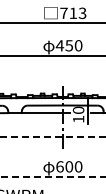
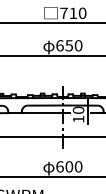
text at (82, 12): 713 -> 710
text at (59, 45): 450 -> 650
line at (53, 137): dashed -> solid
line at (52, 176): dashed -> solid
